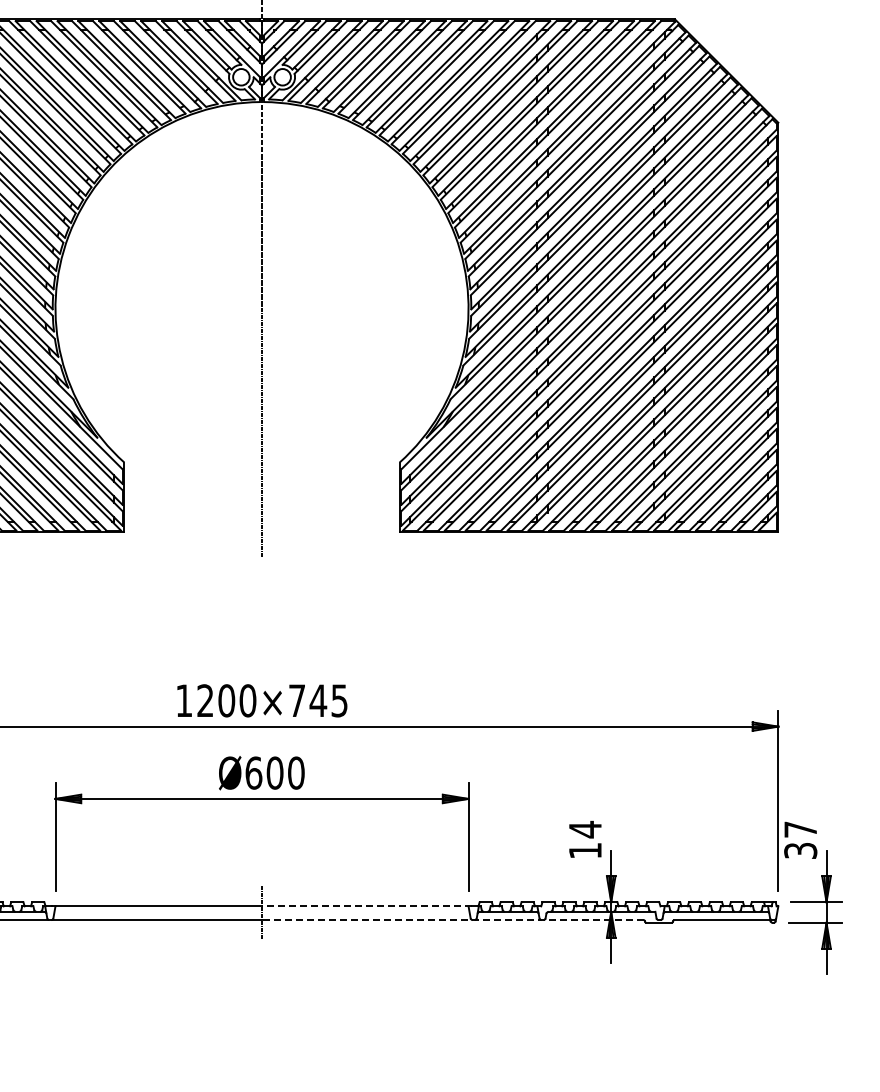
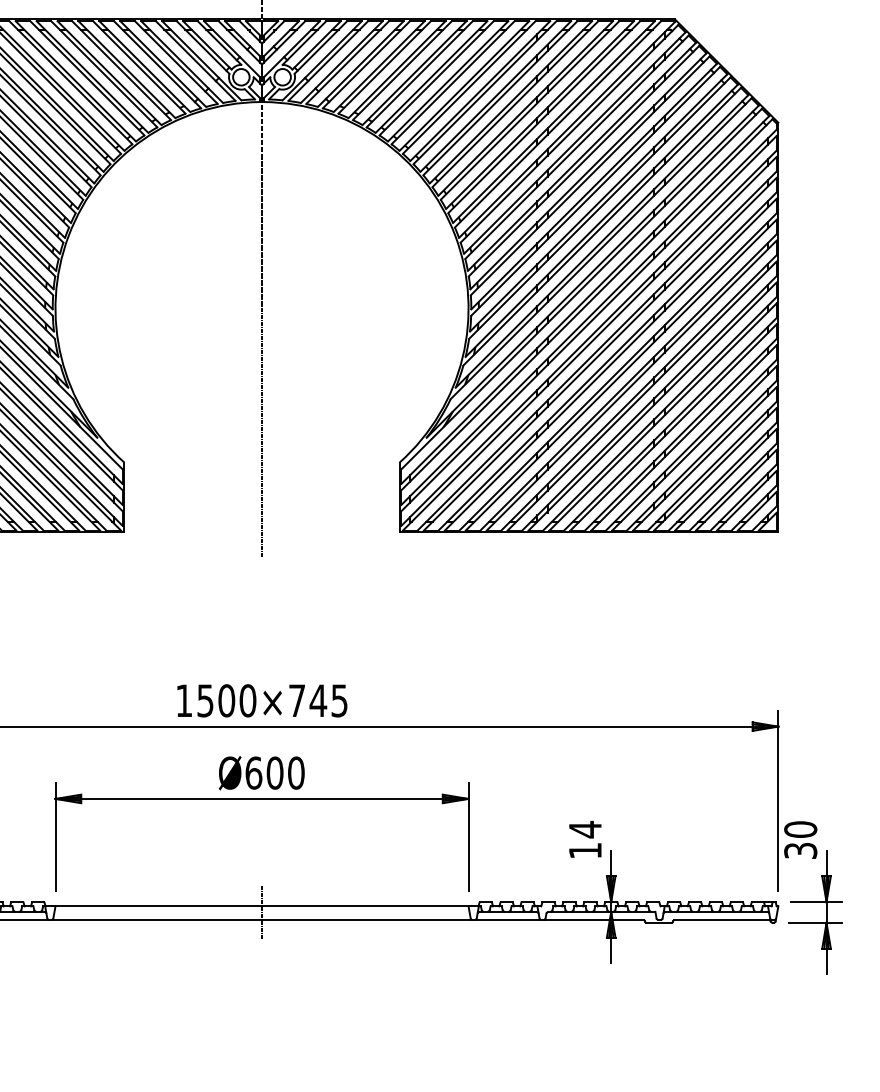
text at (205, 700): 1200×745 -> 1500×745
text at (800, 829): 37 -> 30
line at (366, 906): dashed -> solid
line at (452, 920): dashed -> solid
